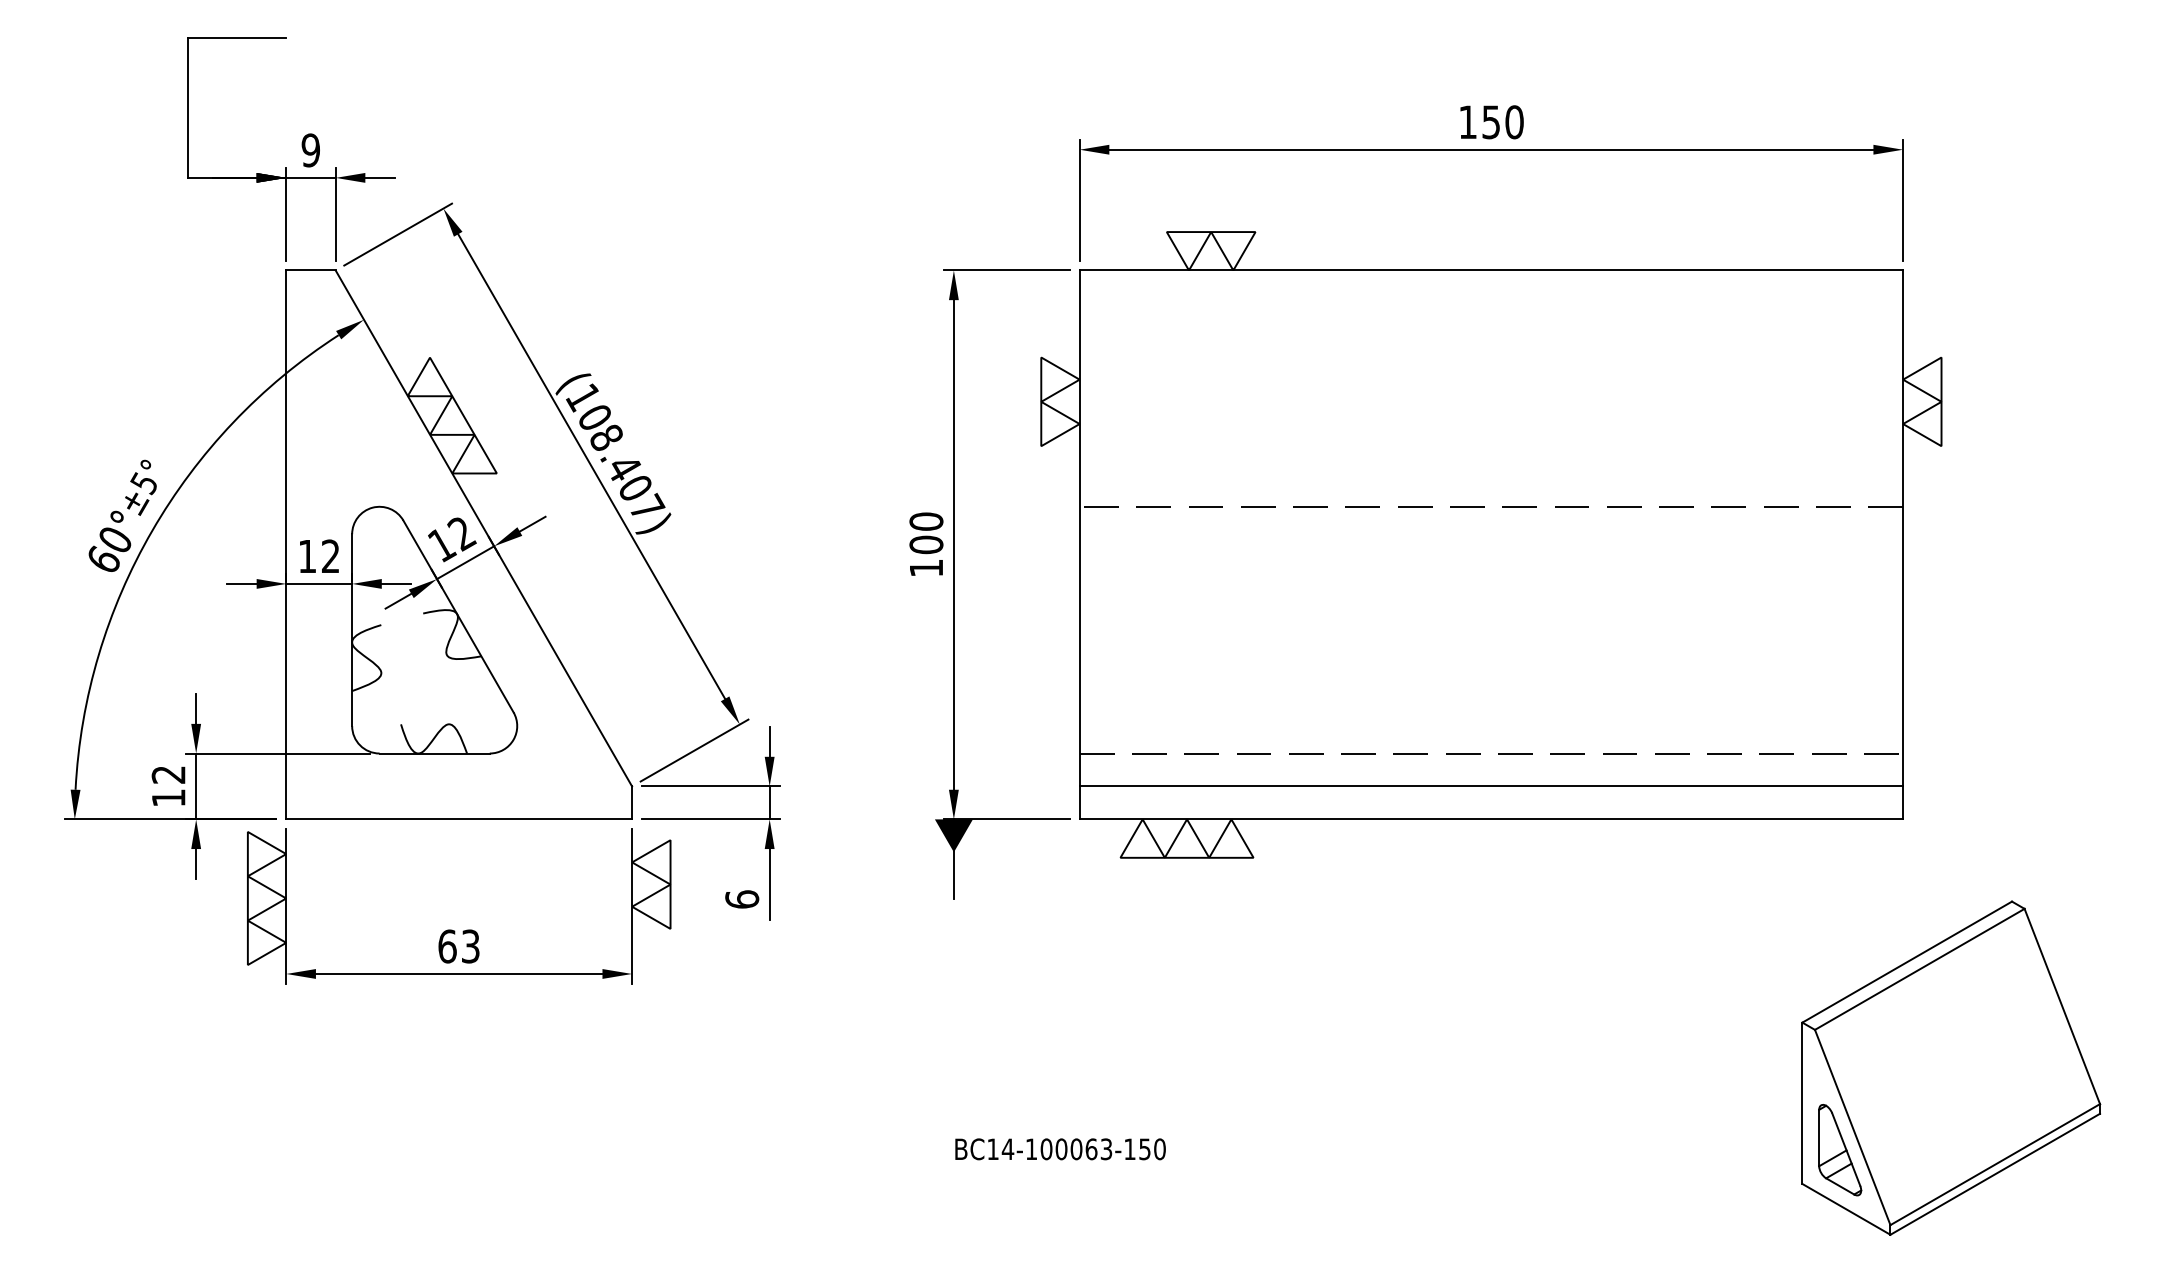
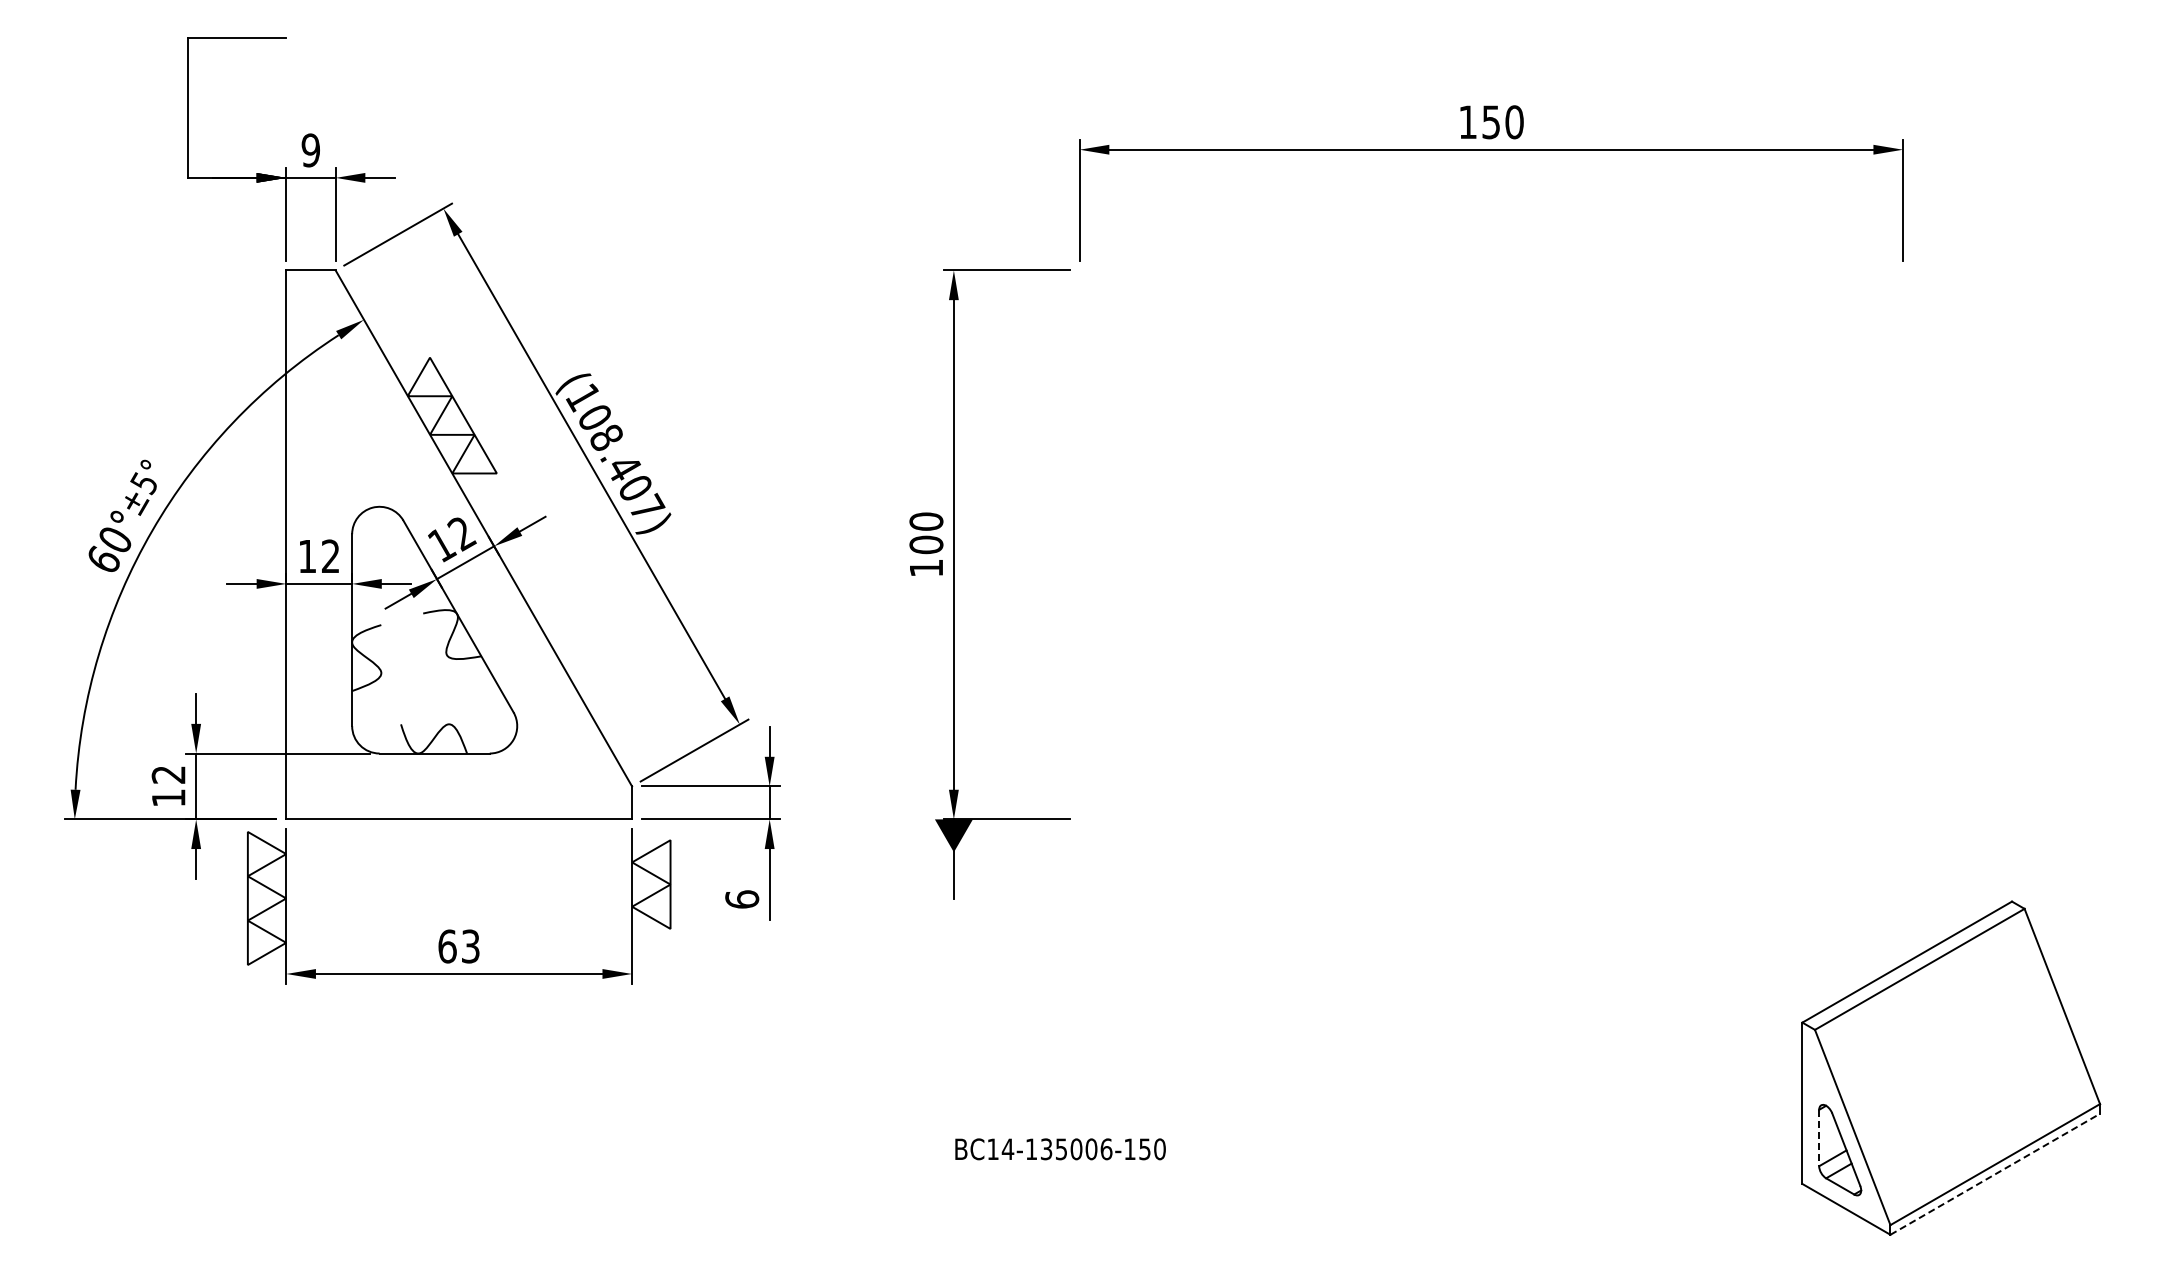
part at (1491, 544): present -> none
line at (1819, 1138): solid -> dashed
text at (1076, 1149): BC14-100063-150 -> BC14-135006-150
line at (1995, 1174): solid -> dashed
